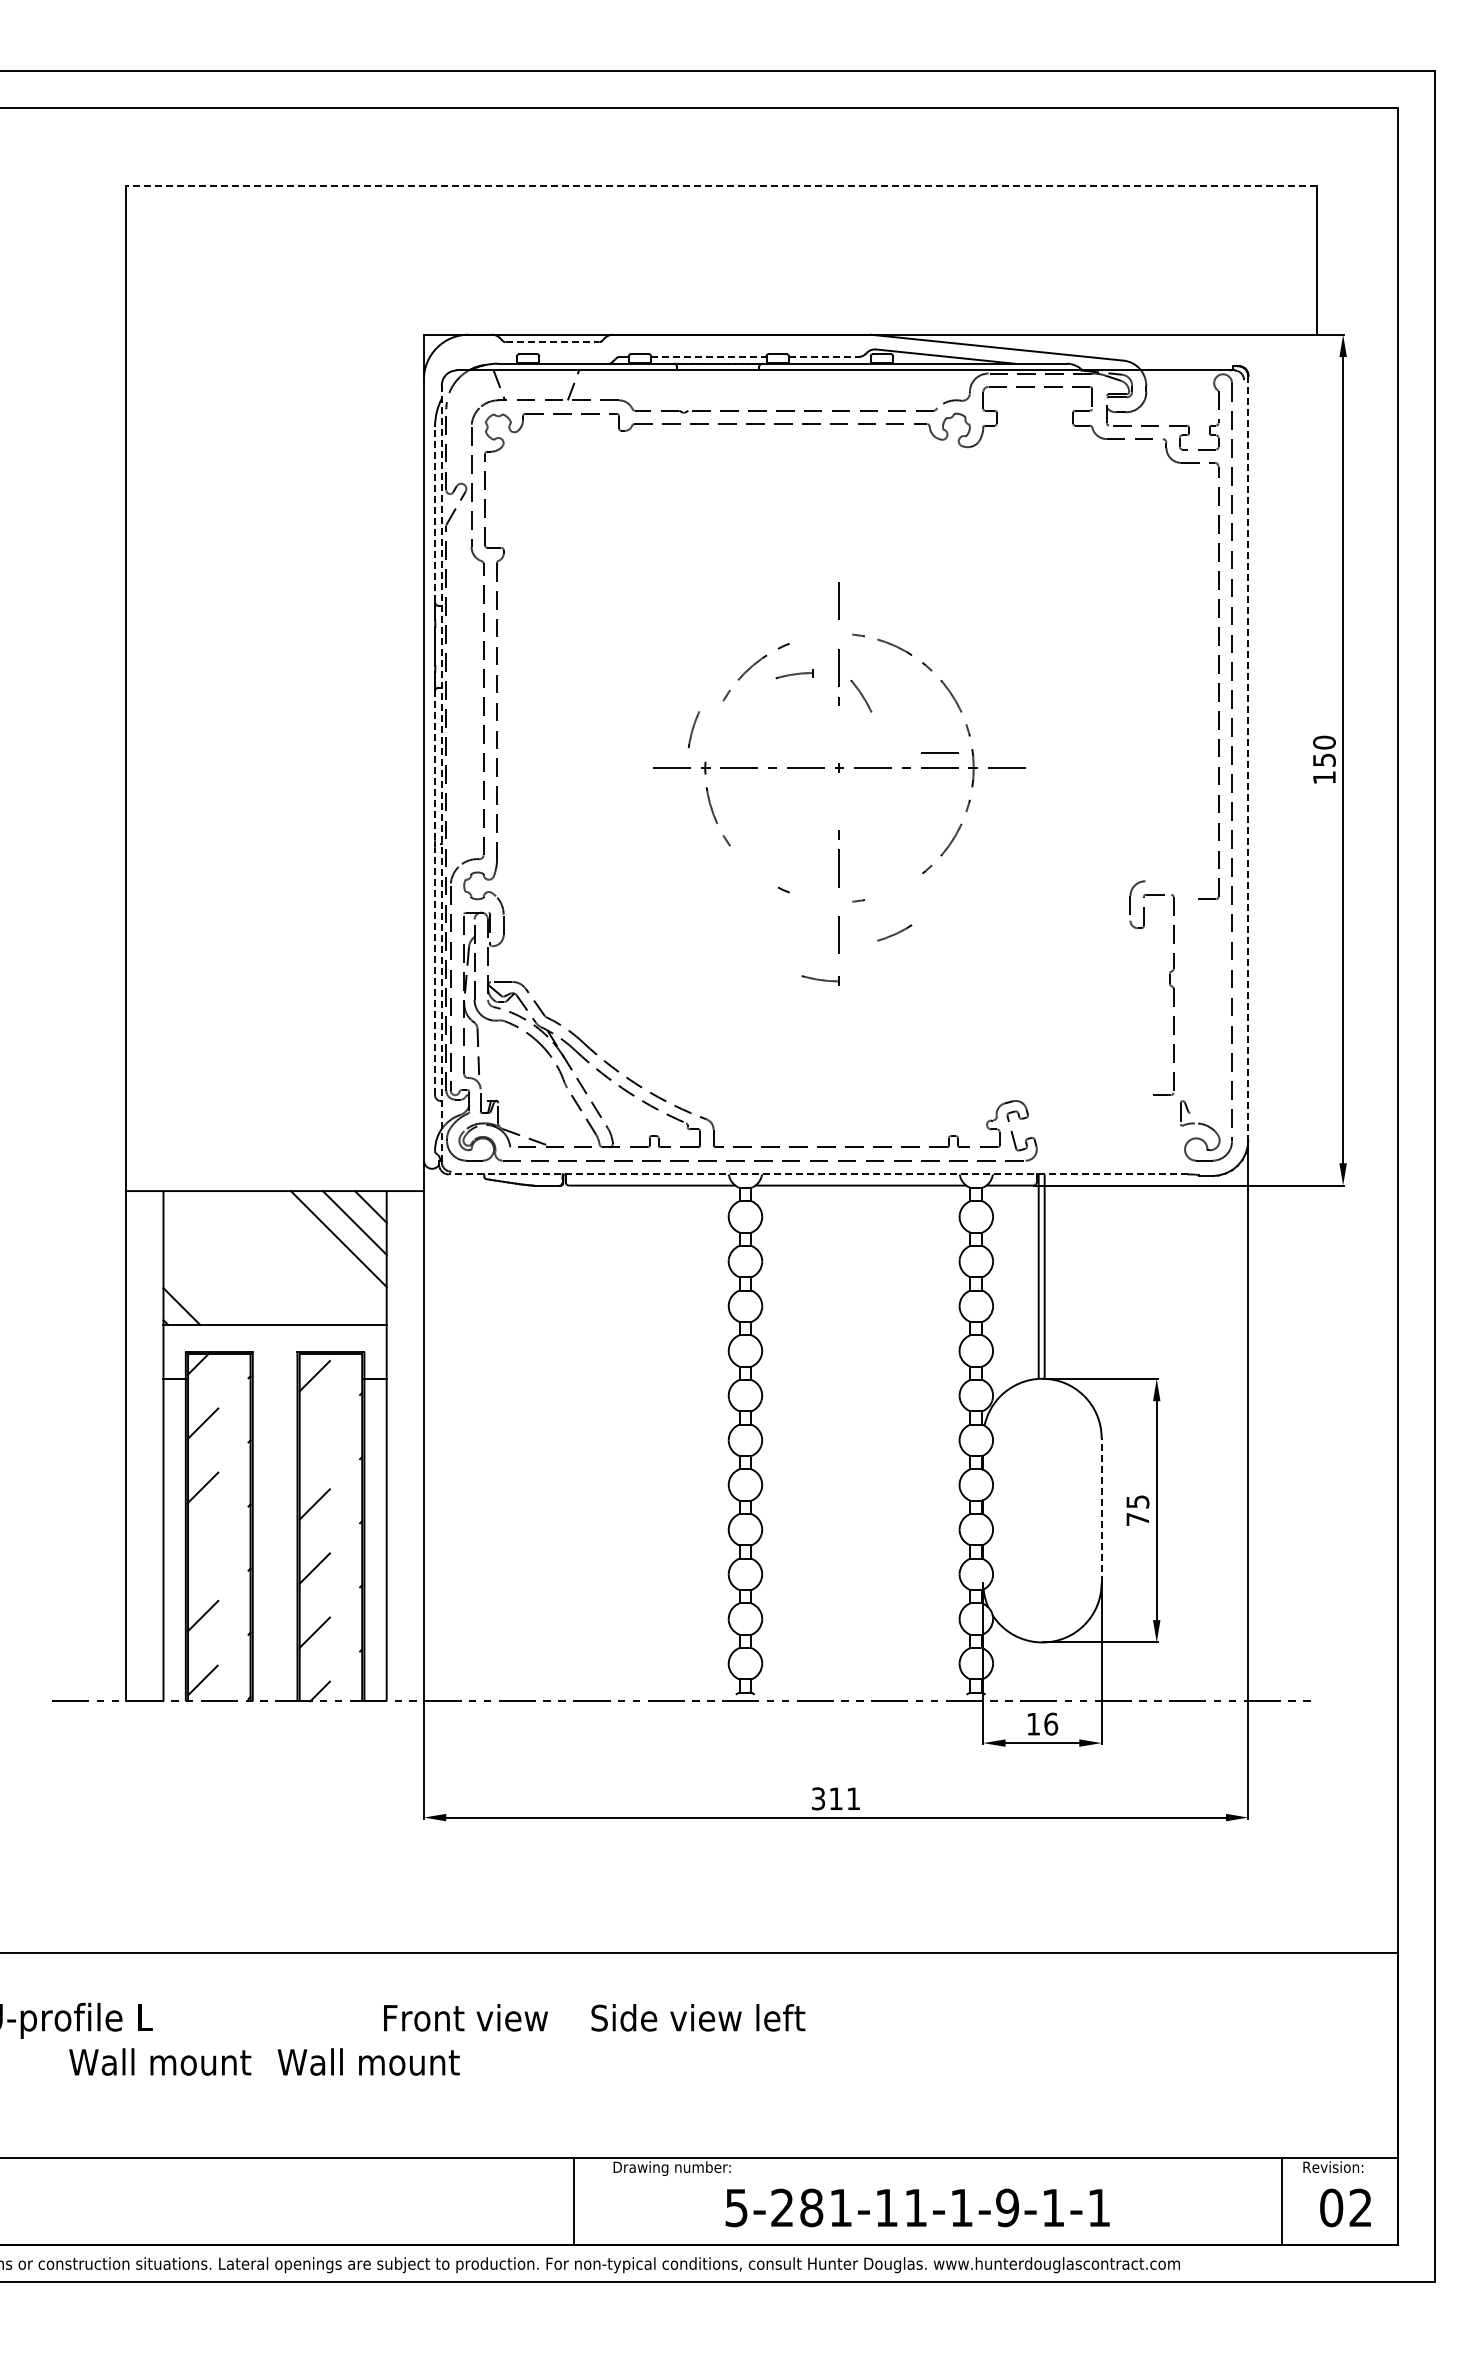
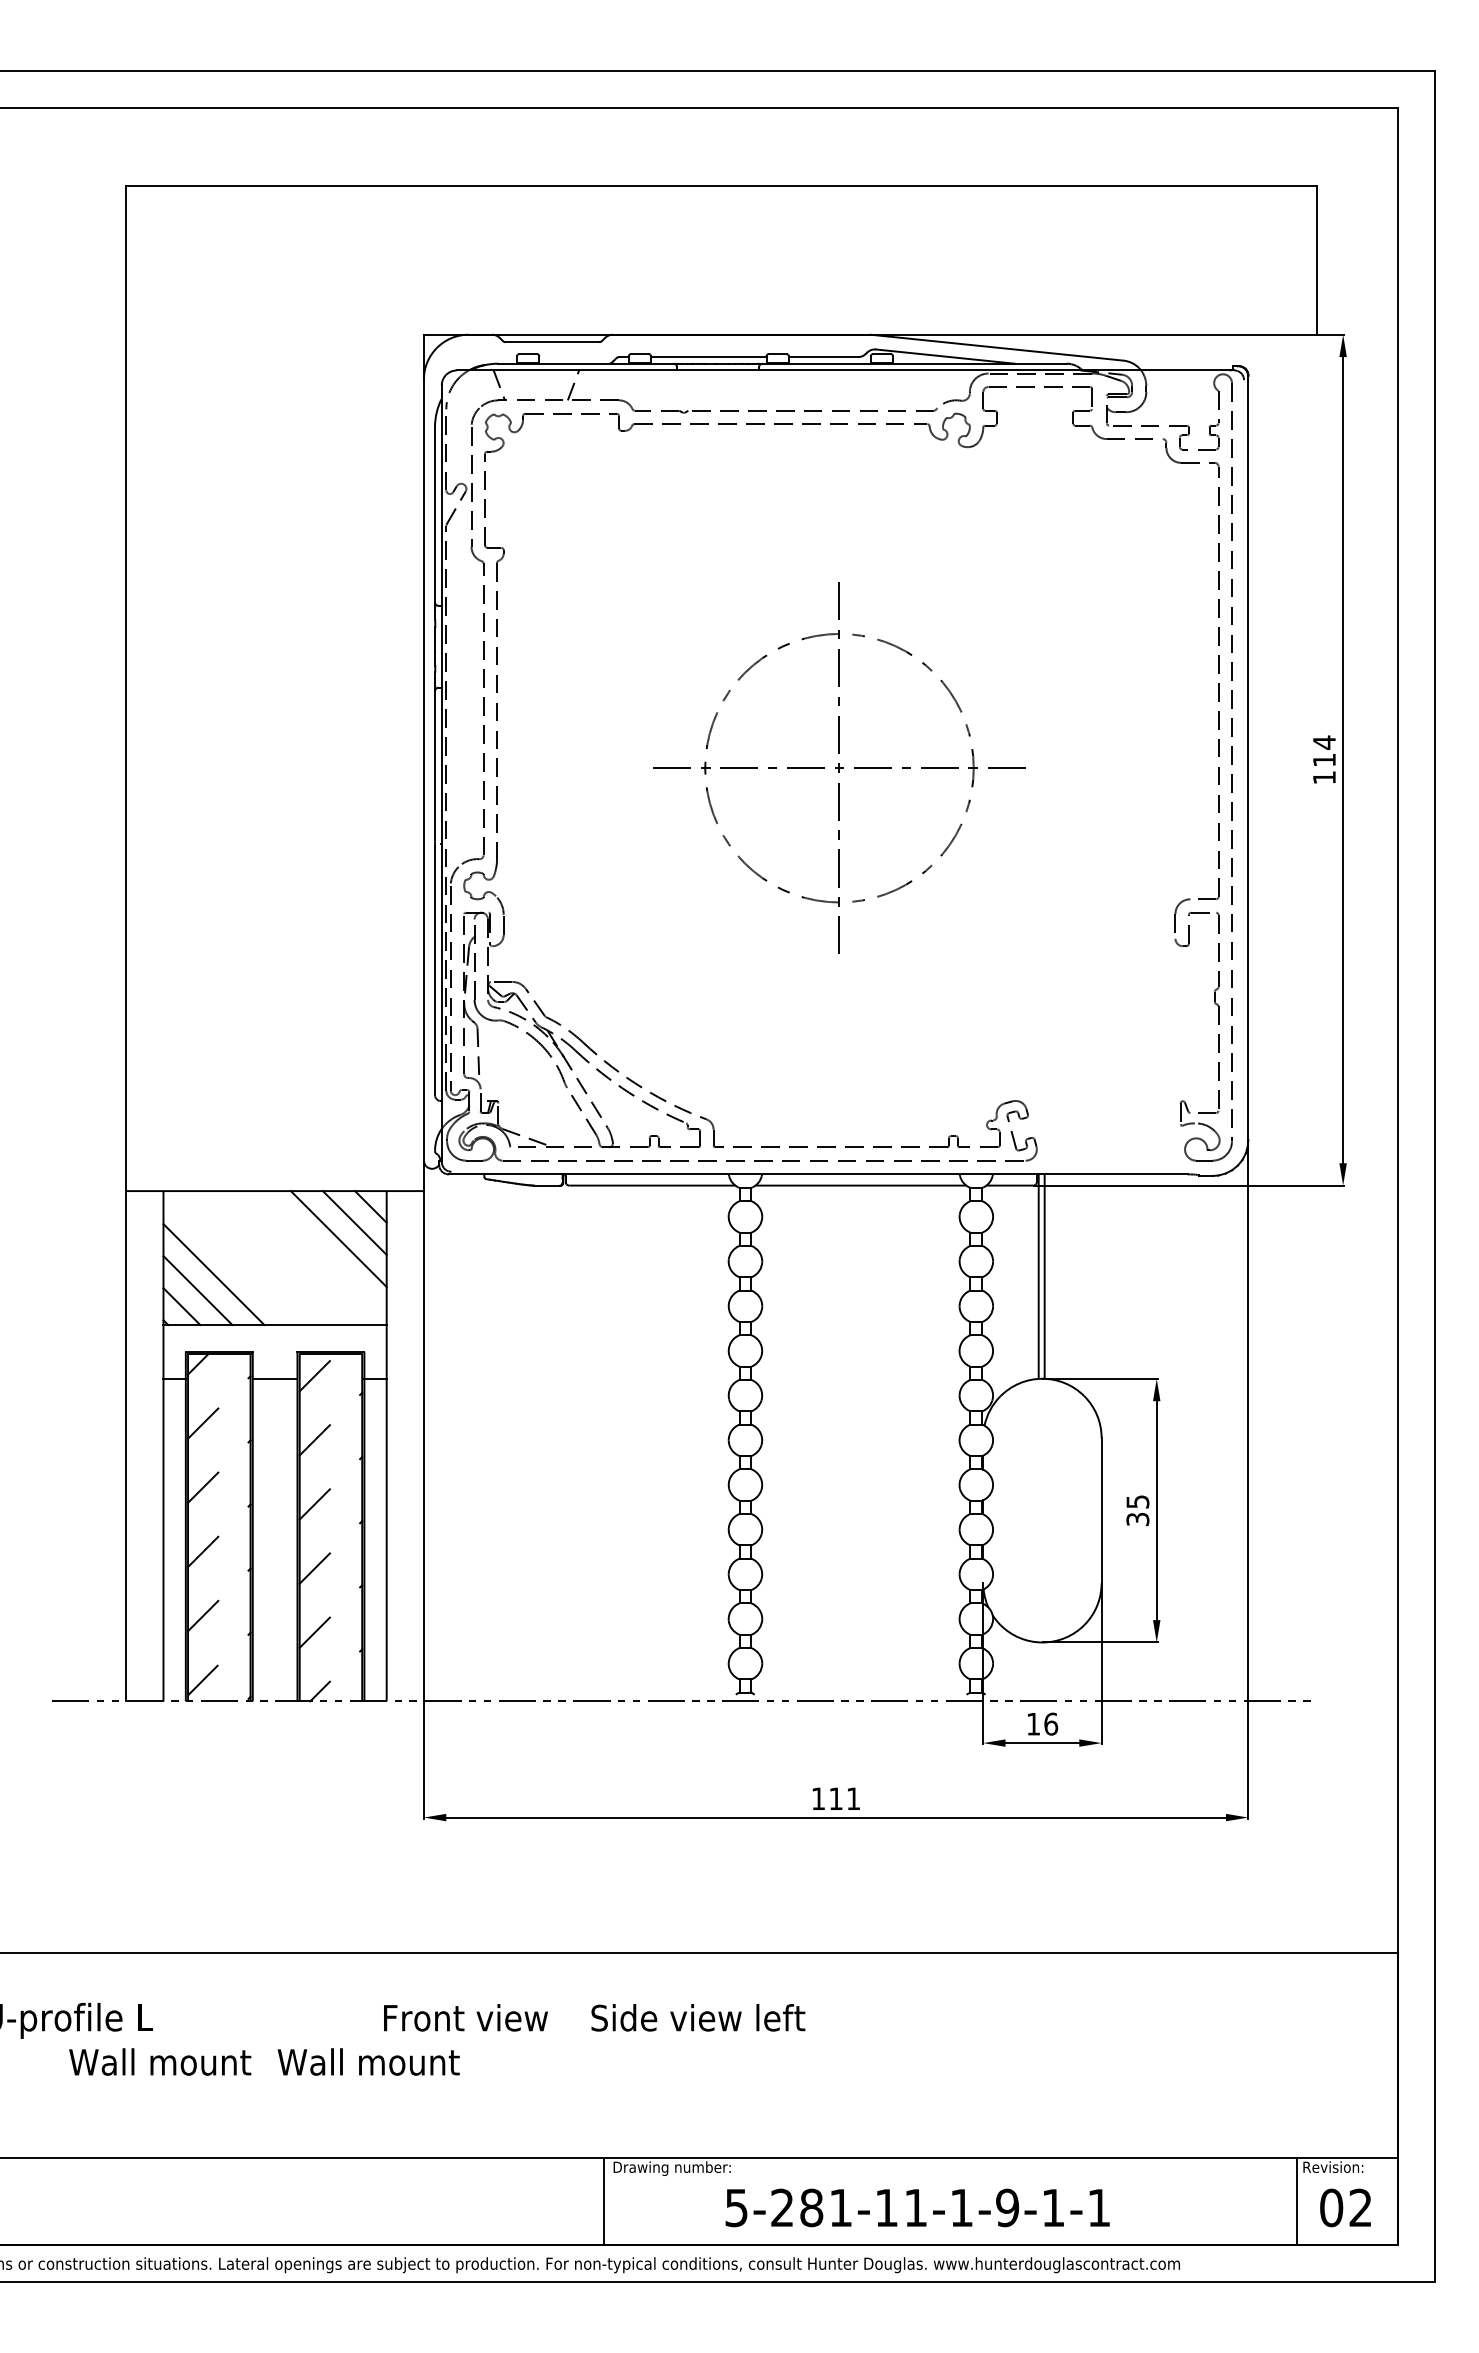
line at (721, 185): dashed -> solid
line at (552, 342): dashed -> solid
line at (708, 357): dashed -> solid
line at (823, 357): dashed -> solid
line at (435, 514): dashed -> solid
part at (794, 674) position: (794, 674) -> (820, 635)
part at (861, 695): present -> none
part at (693, 729) position: (693, 729) -> (711, 730)
line at (838, 734): none -> present
text at (1324, 750): 150 -> 114
line at (939, 752): present -> none
line at (1248, 758): dashed -> solid
line at (435, 765): dashed -> solid
line at (441, 774): dashed -> solid
line at (838, 801): none -> present
part at (752, 868): none -> present
part at (894, 932) position: (894, 932) -> (894, 888)
line at (435, 971): dashed -> solid
part at (820, 980) position: (820, 980) -> (820, 901)
part at (1169, 985) position: (1169, 985) -> (1214, 1003)
line at (817, 1174): dashed -> solid
line at (213, 1274): none -> present
line at (197, 1290): none -> present
line at (274, 1378): none -> present
line at (314, 1440): none -> present
line at (1101, 1510): dashed -> solid
text at (1137, 1519): 75 -> 35
line at (203, 1551): none -> present
text at (818, 1798): 311 -> 111
line at (574, 2201) position: (574, 2201) -> (604, 2201)
line at (1281, 2201) position: (1281, 2201) -> (1296, 2201)
